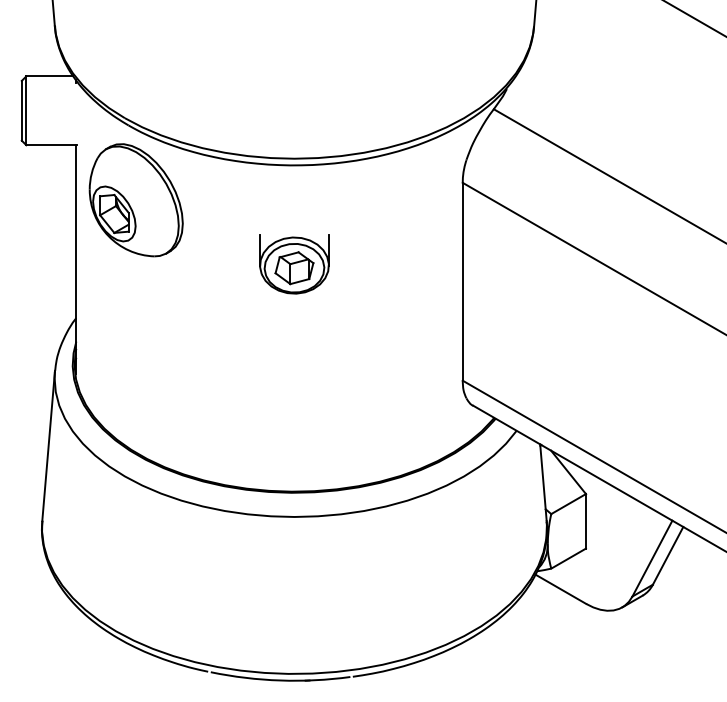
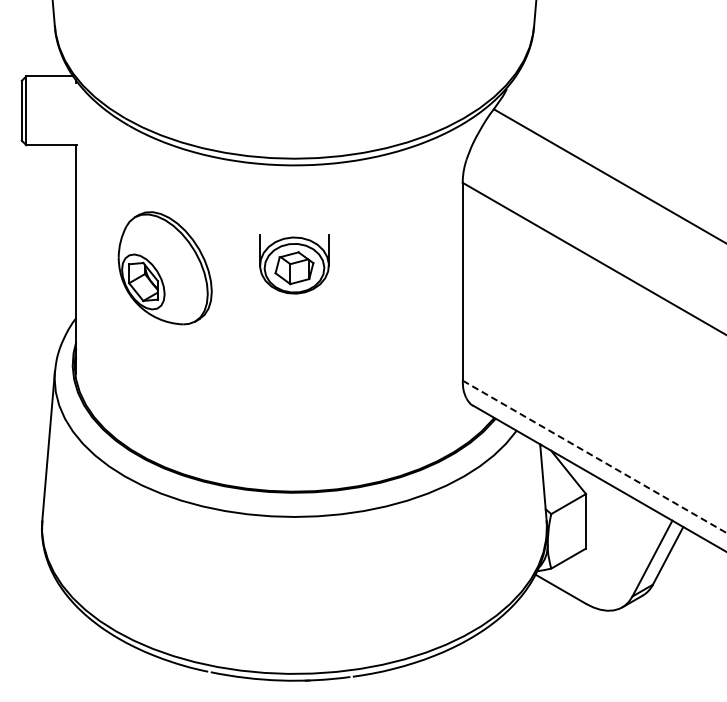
line at (694, 18): present -> none
part at (135, 200) position: (135, 200) -> (164, 268)
line at (595, 457): solid -> dashed
